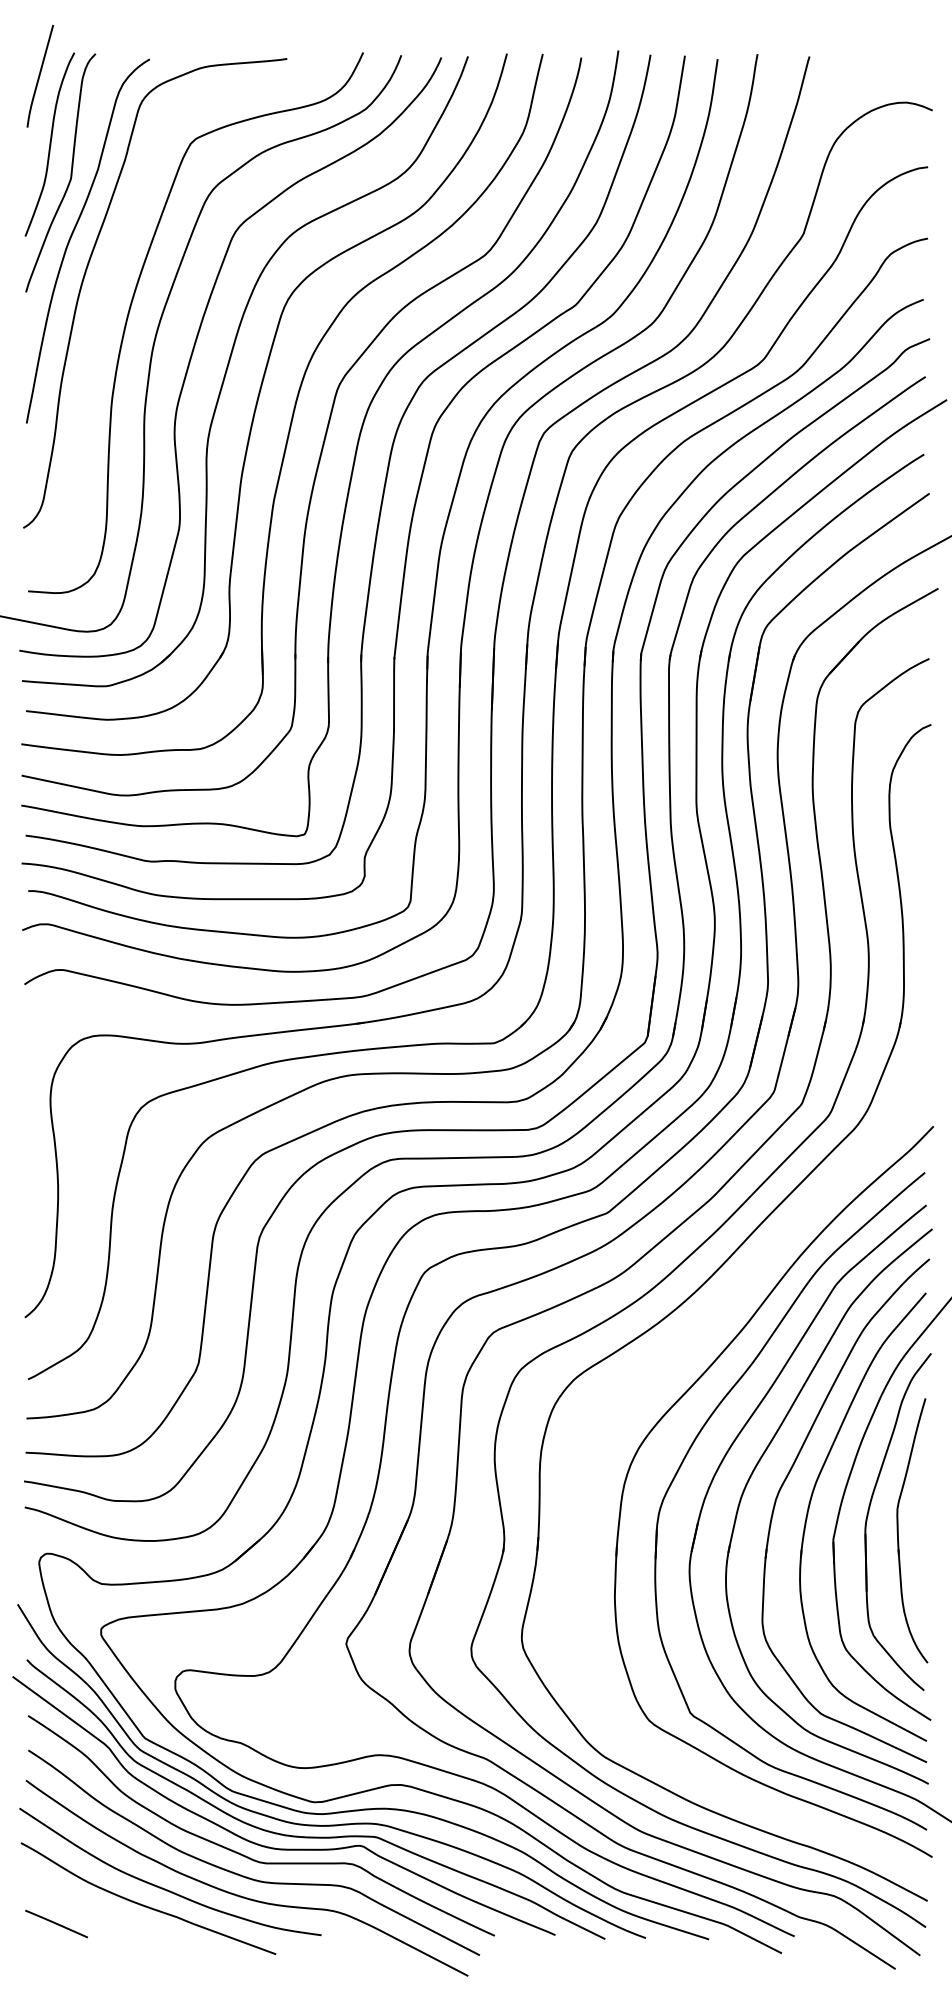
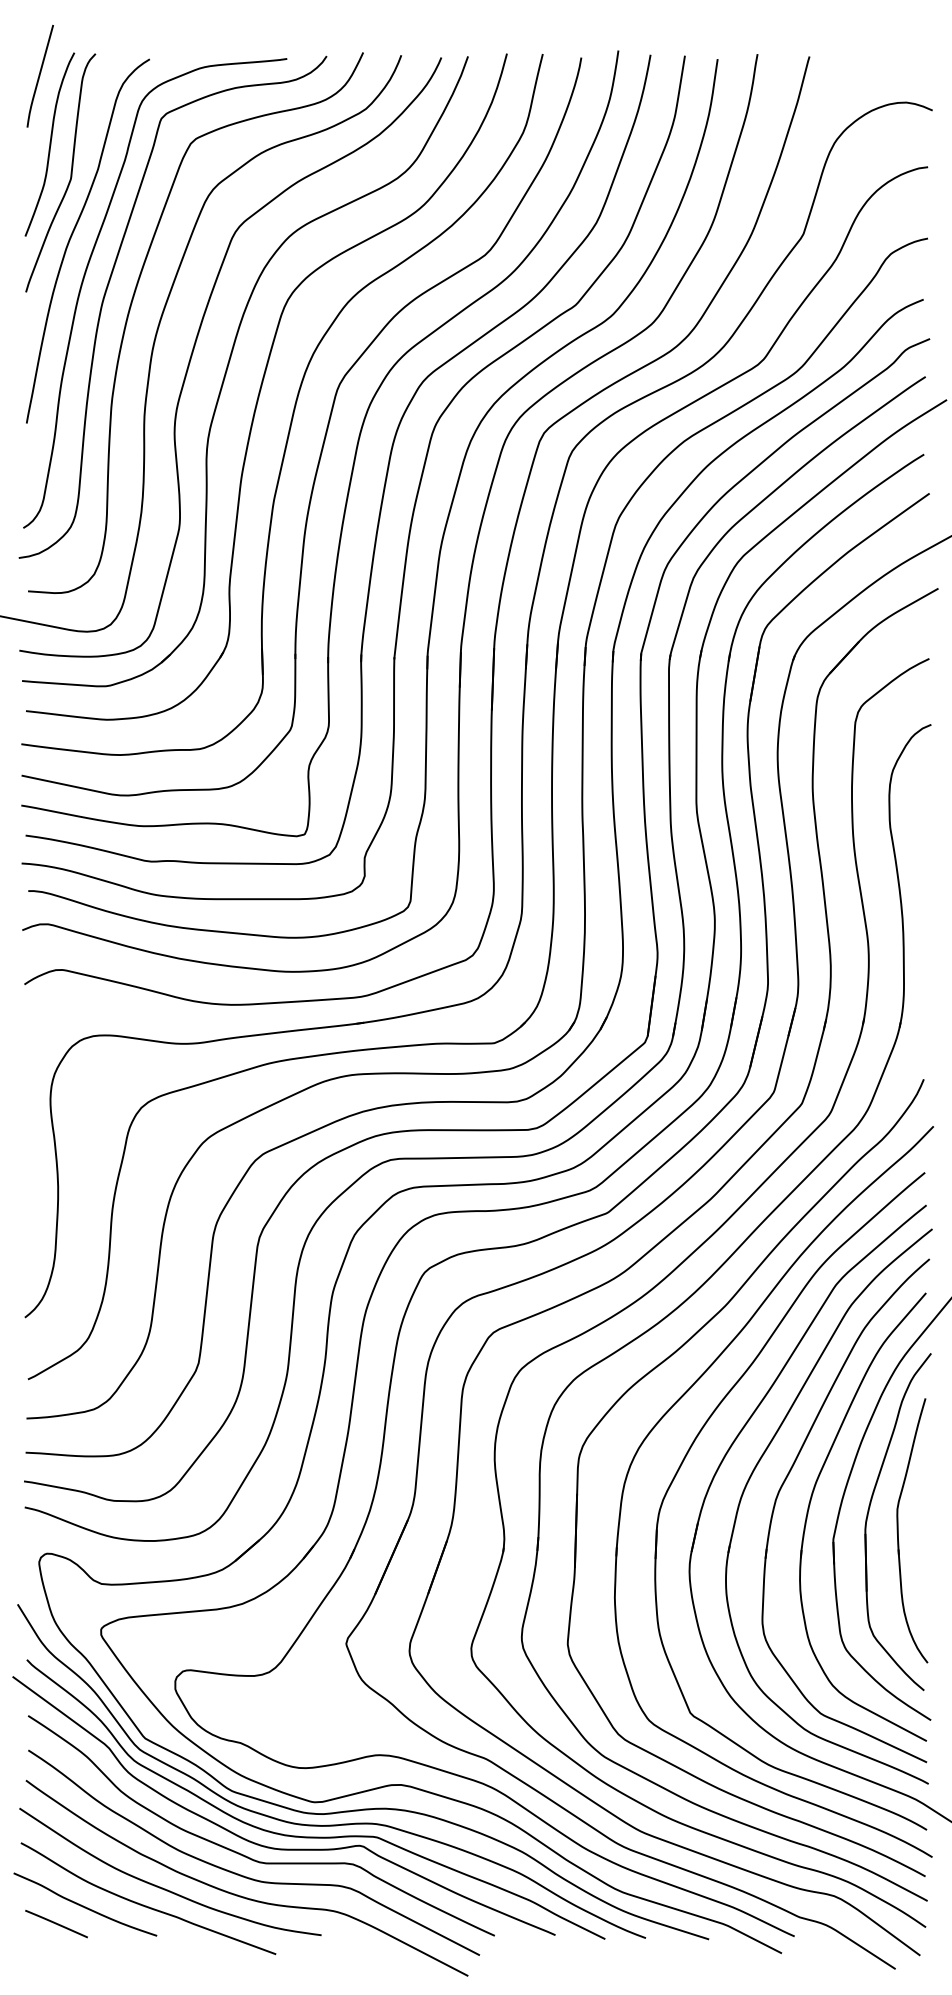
curve at (109, 284): none -> present
part at (656, 1368): none -> present
curve at (85, 1906): none -> present
